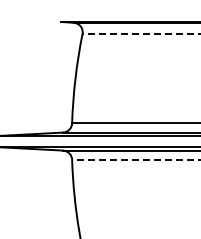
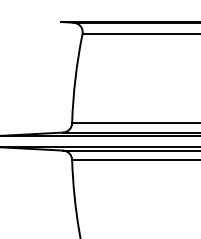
line at (141, 34): dashed -> solid
line at (136, 159): dashed -> solid
